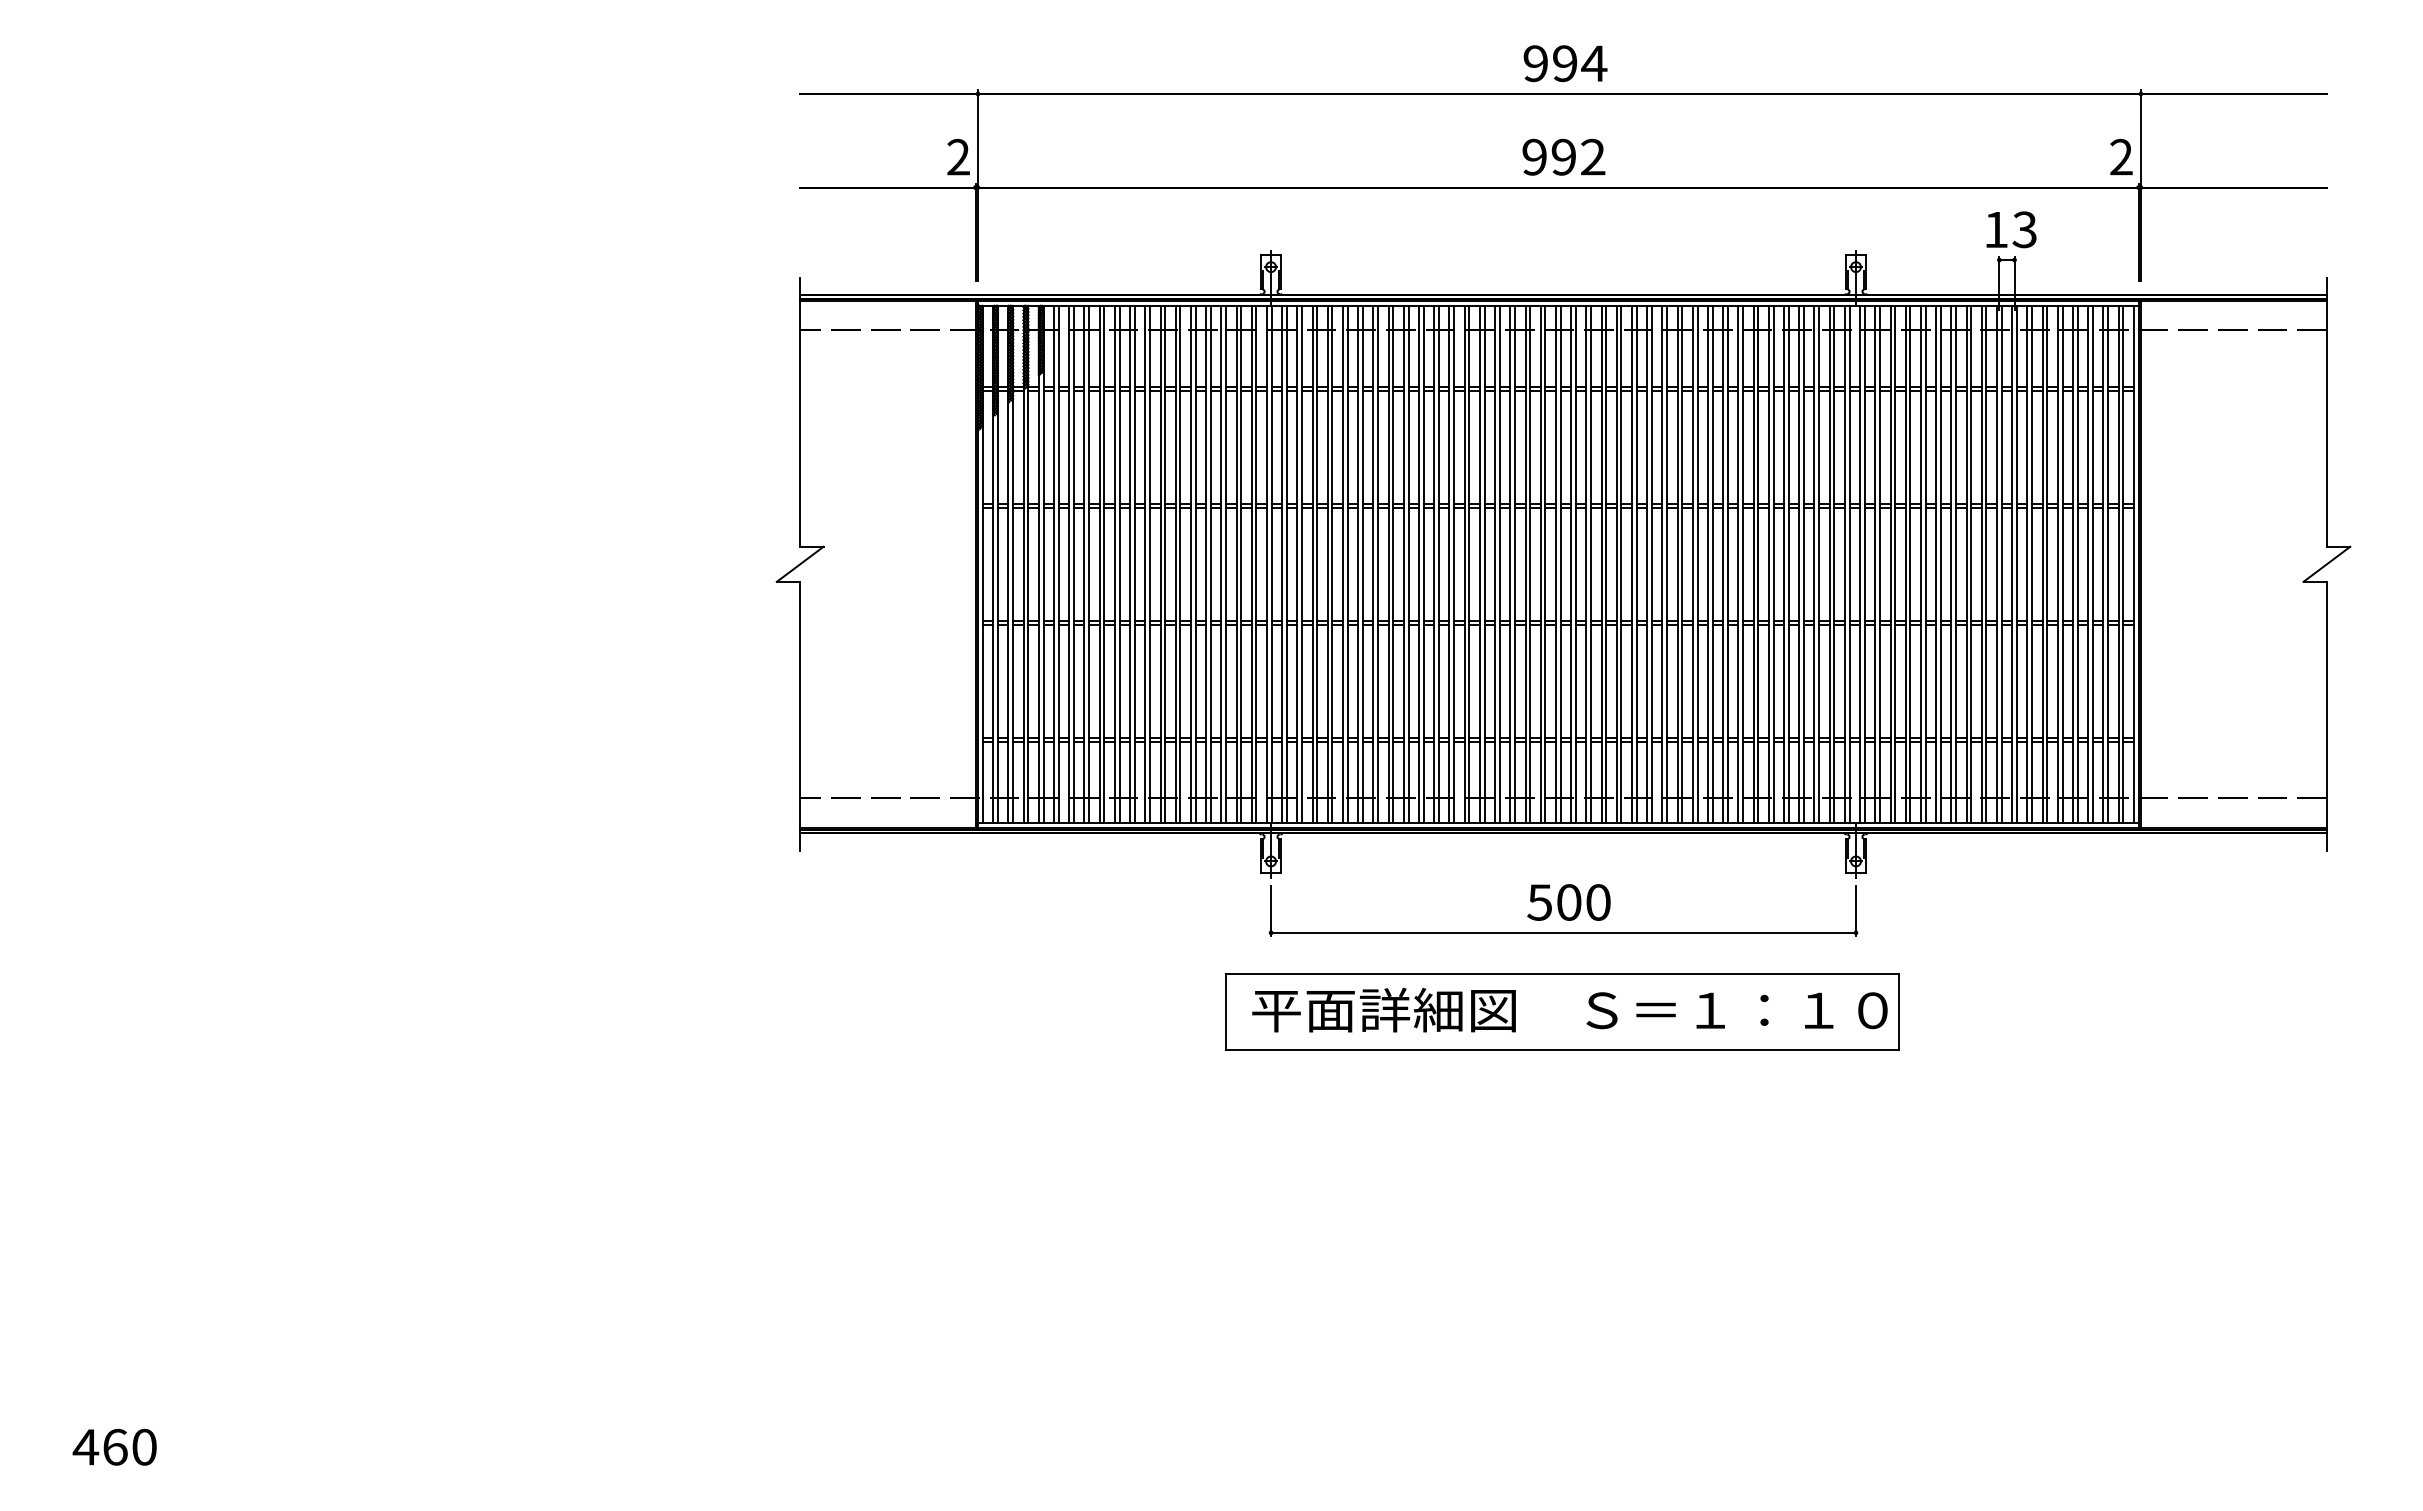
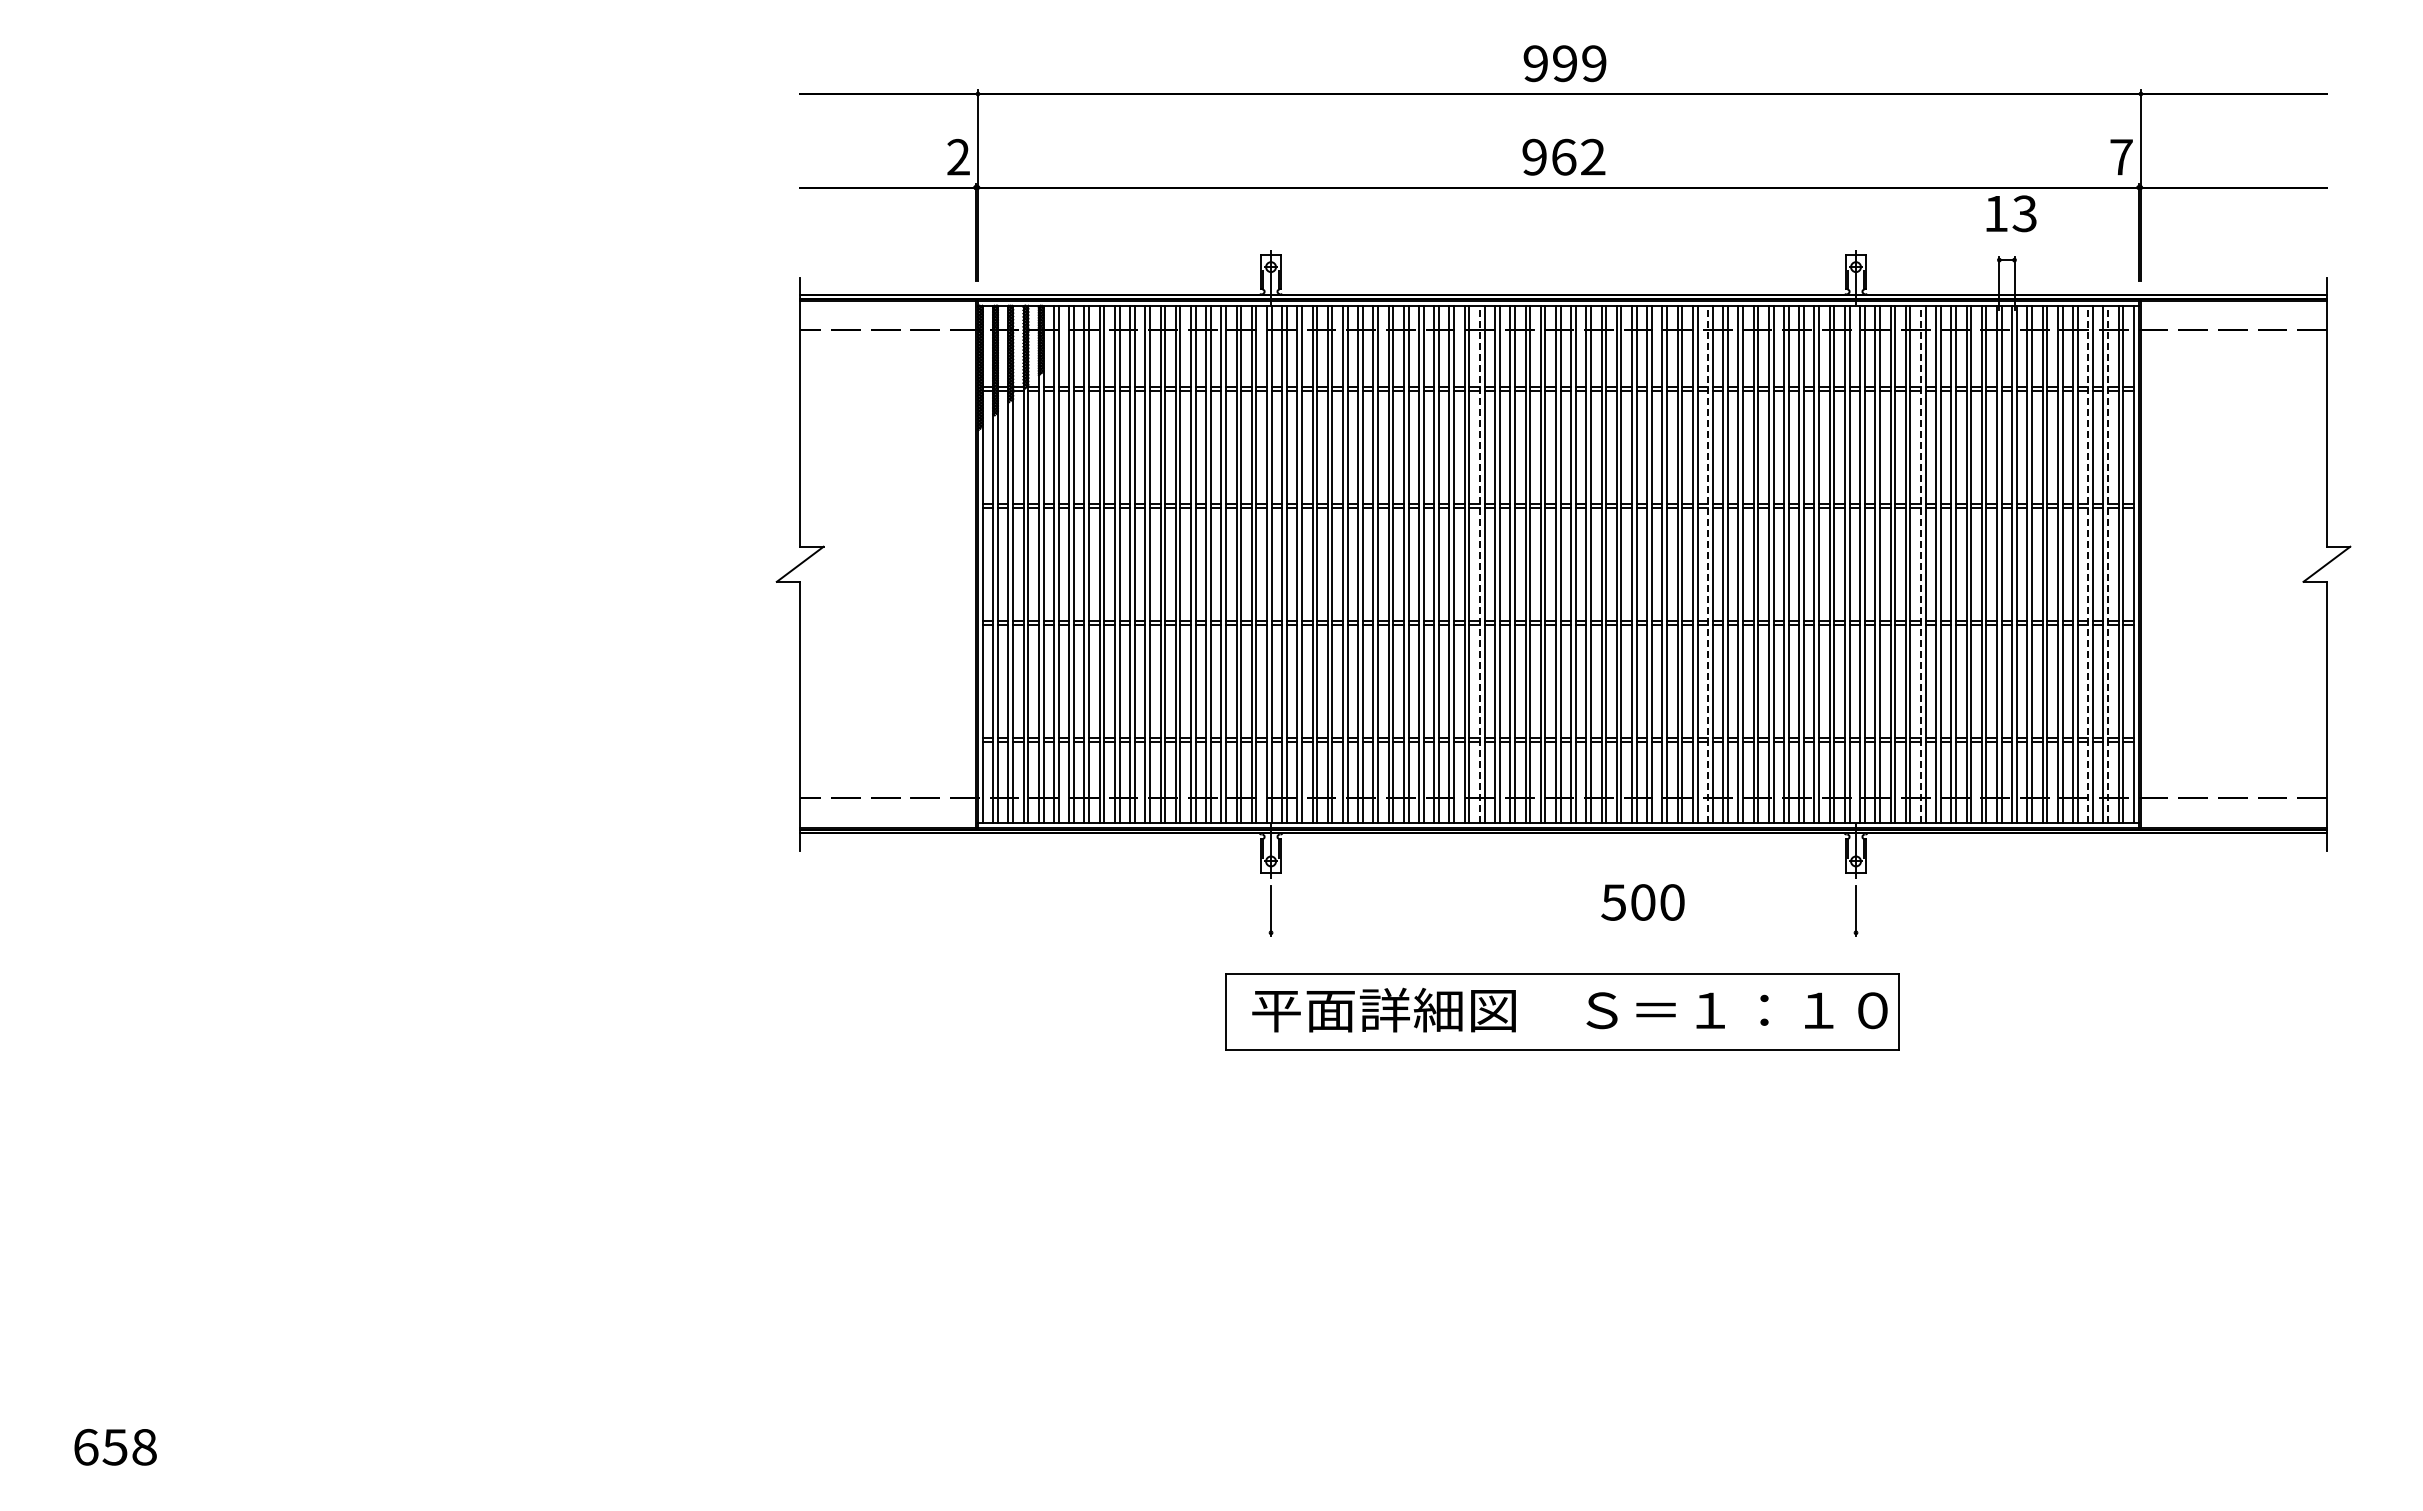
text at (1594, 63): 994 -> 999
text at (1563, 156): 992 -> 962
text at (2121, 156): 2 -> 7
text at (2011, 229) position: (2011, 229) -> (2011, 213)
line at (1479, 564): solid -> dashed
line at (1708, 564): solid -> dashed
line at (1920, 564): solid -> dashed
line at (2088, 564): solid -> dashed
line at (2108, 564): solid -> dashed
text at (1568, 902) position: (1568, 902) -> (1642, 902)
line at (1563, 932): present -> none
text at (114, 1446): 460 -> 658
